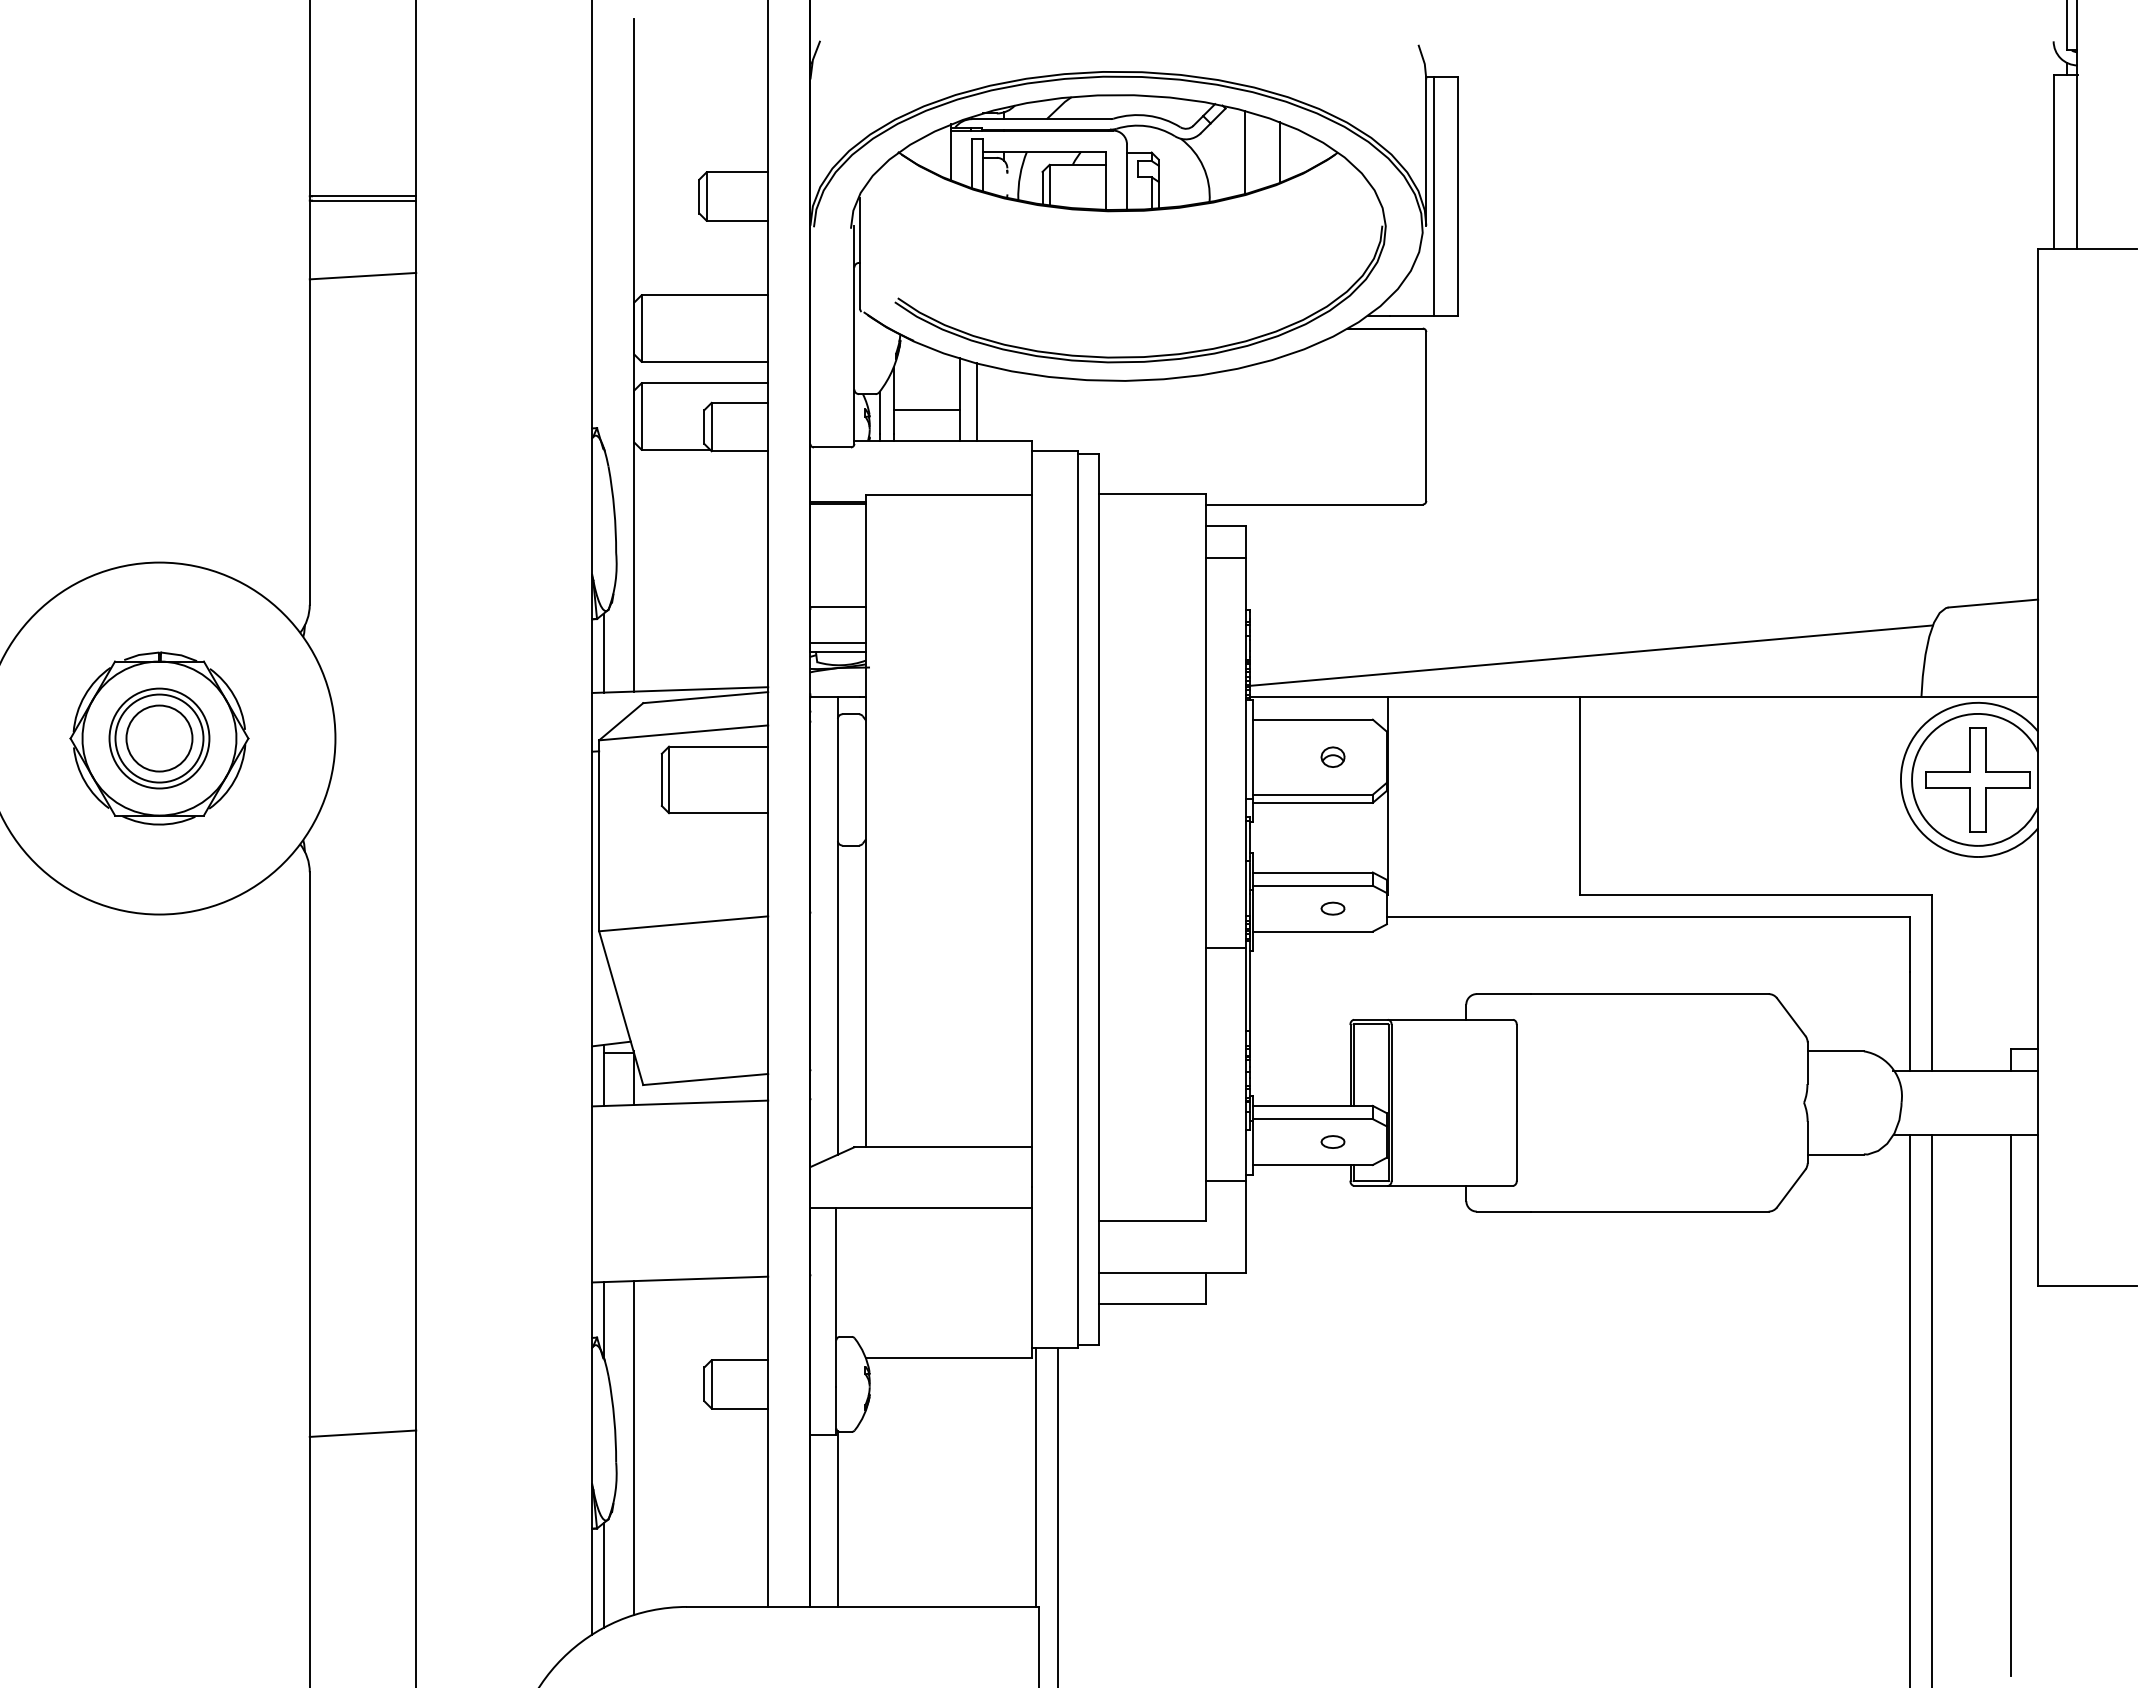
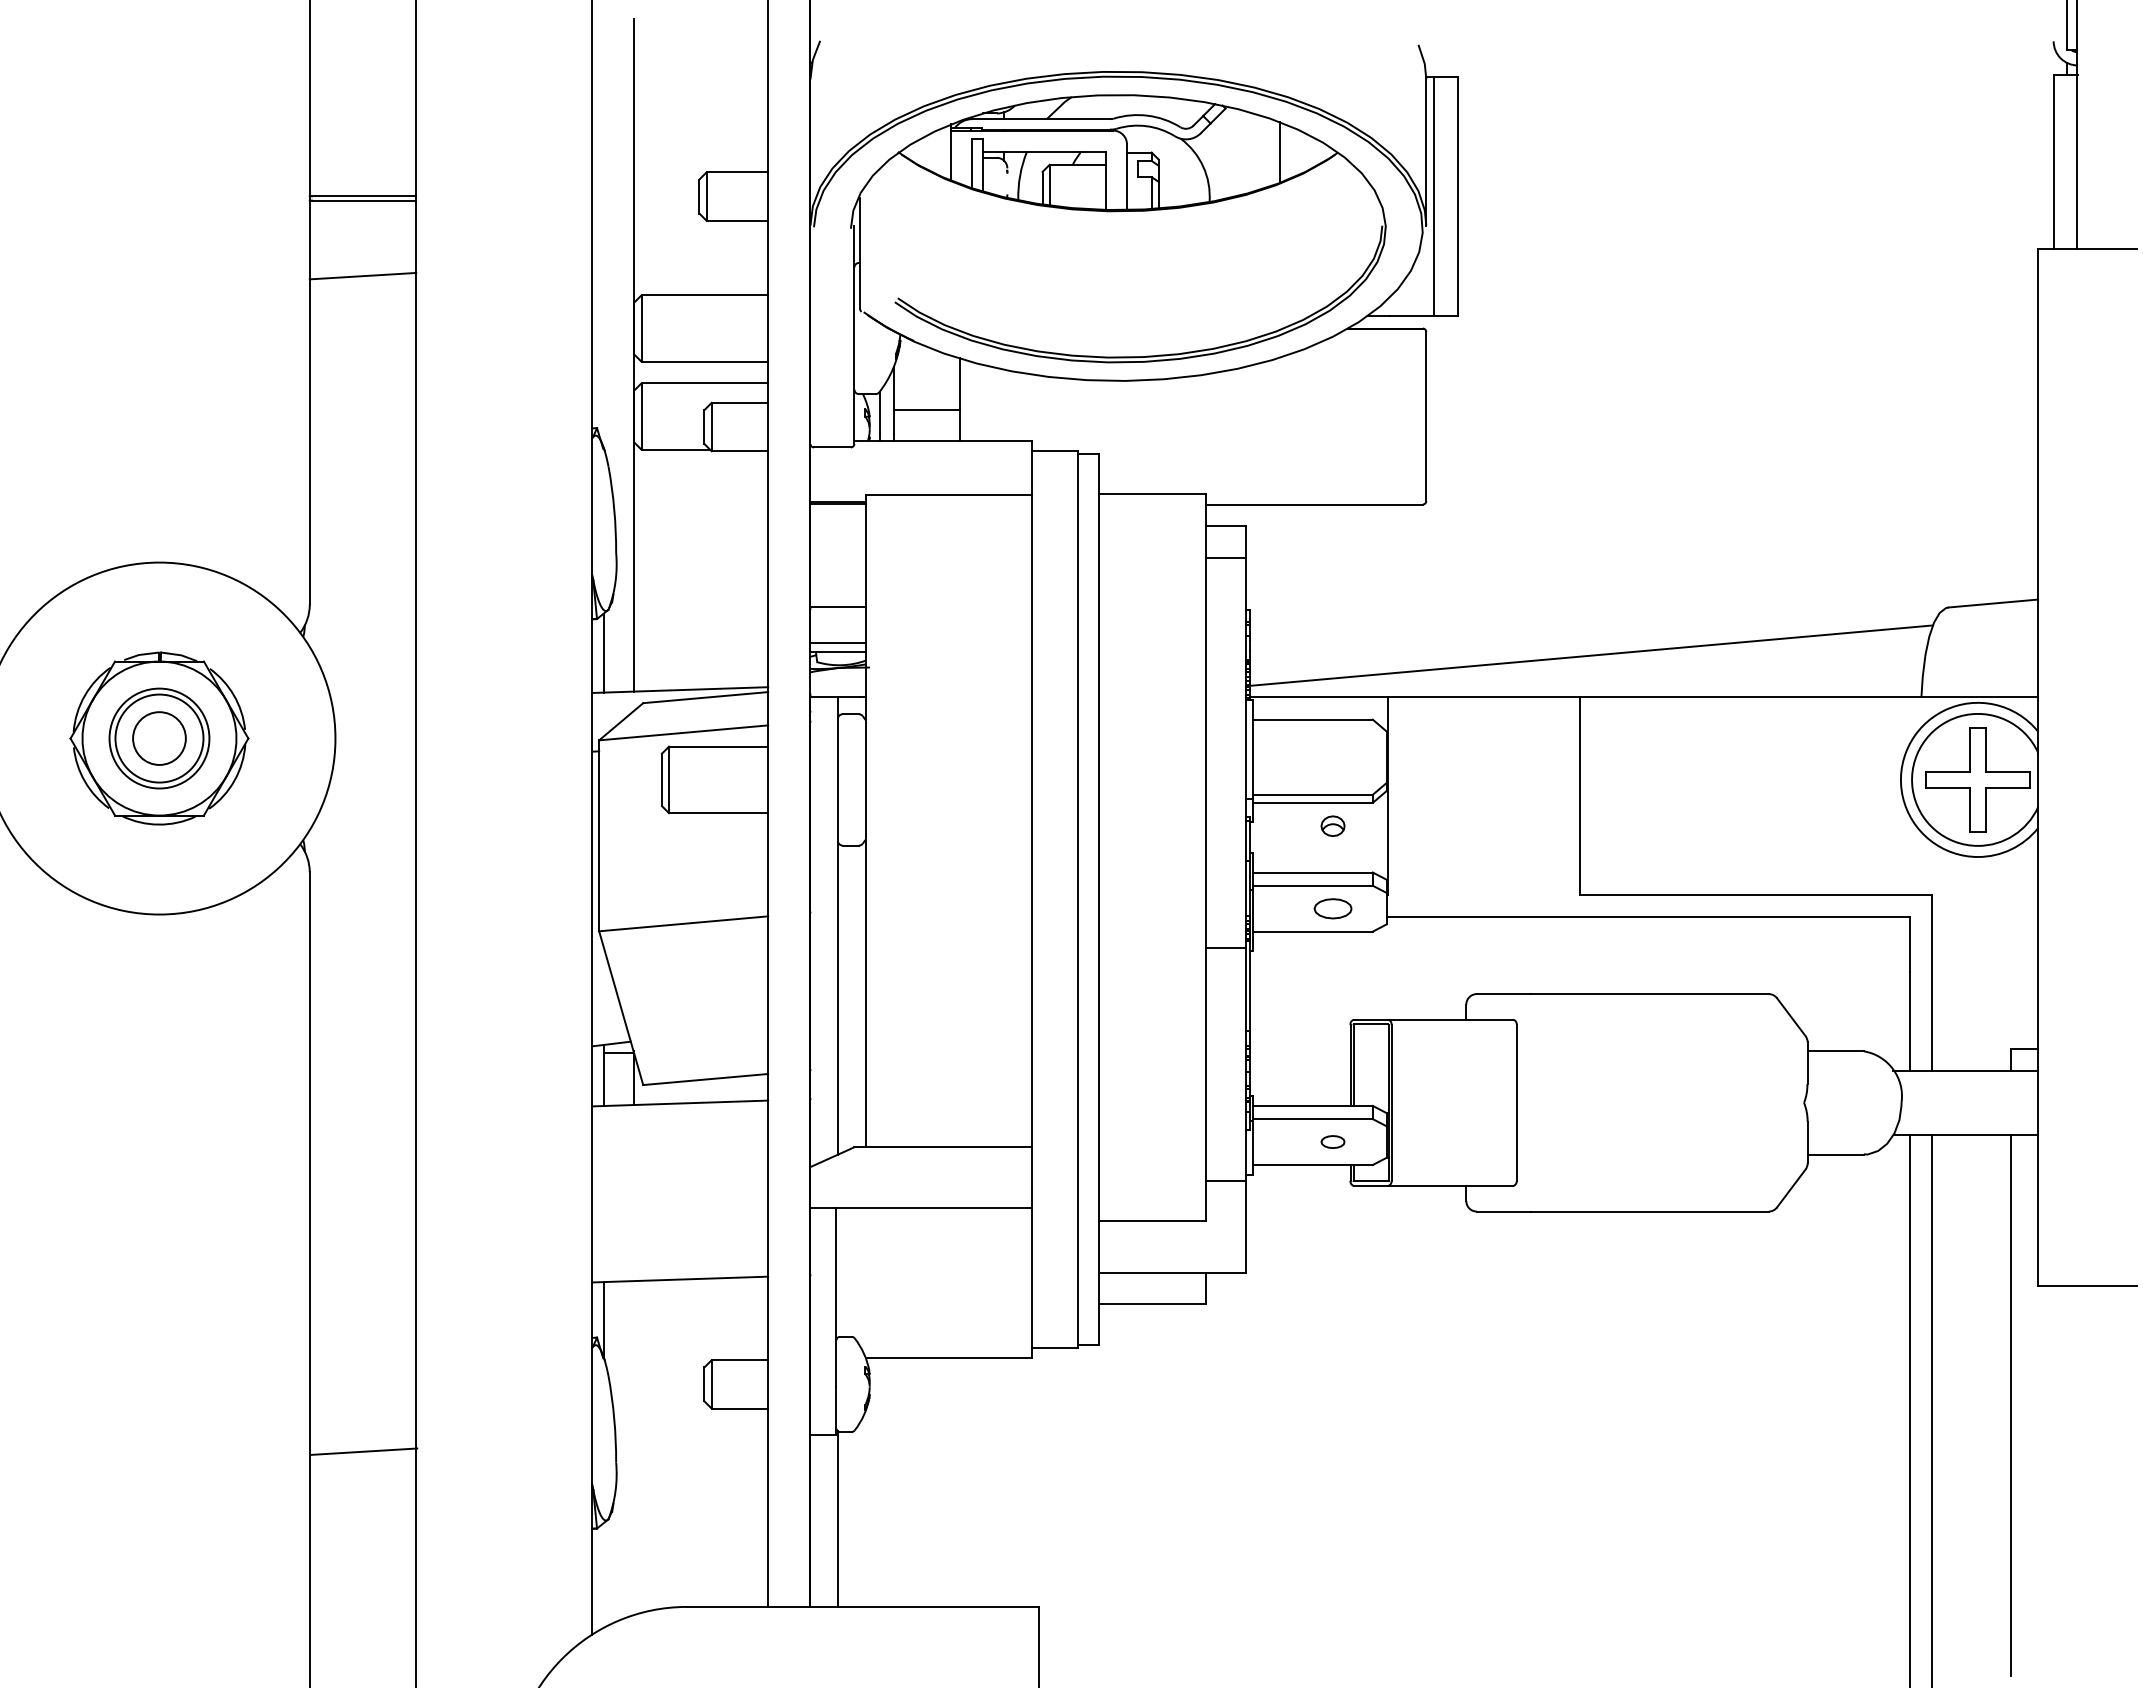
line at (1245, 152): present -> none
line at (977, 401): present -> none
circle at (159, 738) diameter: 66 px -> 53 px
part at (1332, 756) position: (1332, 756) -> (1332, 825)
part at (1332, 908) size: 26x15 px -> 40x22 px
line at (362, 1433) position: (362, 1433) -> (363, 1451)
line at (633, 1448): present -> none
line at (1035, 1477): present -> none
line at (1057, 1516): present -> none
line at (603, 1575): present -> none
